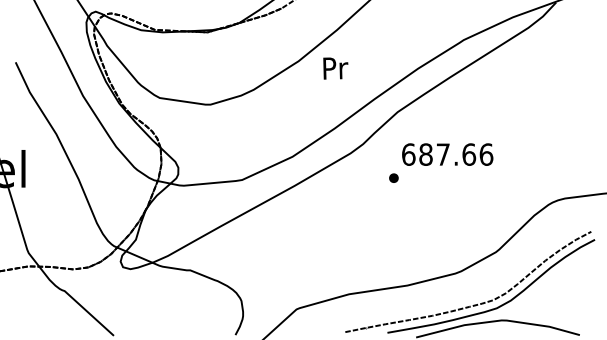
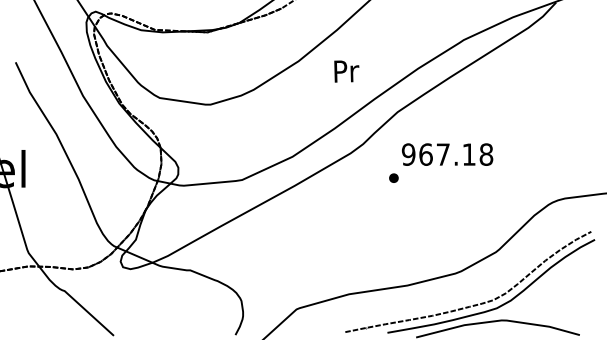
text at (335, 68) position: (335, 68) -> (346, 71)
text at (447, 154): 687.66 -> 967.18
